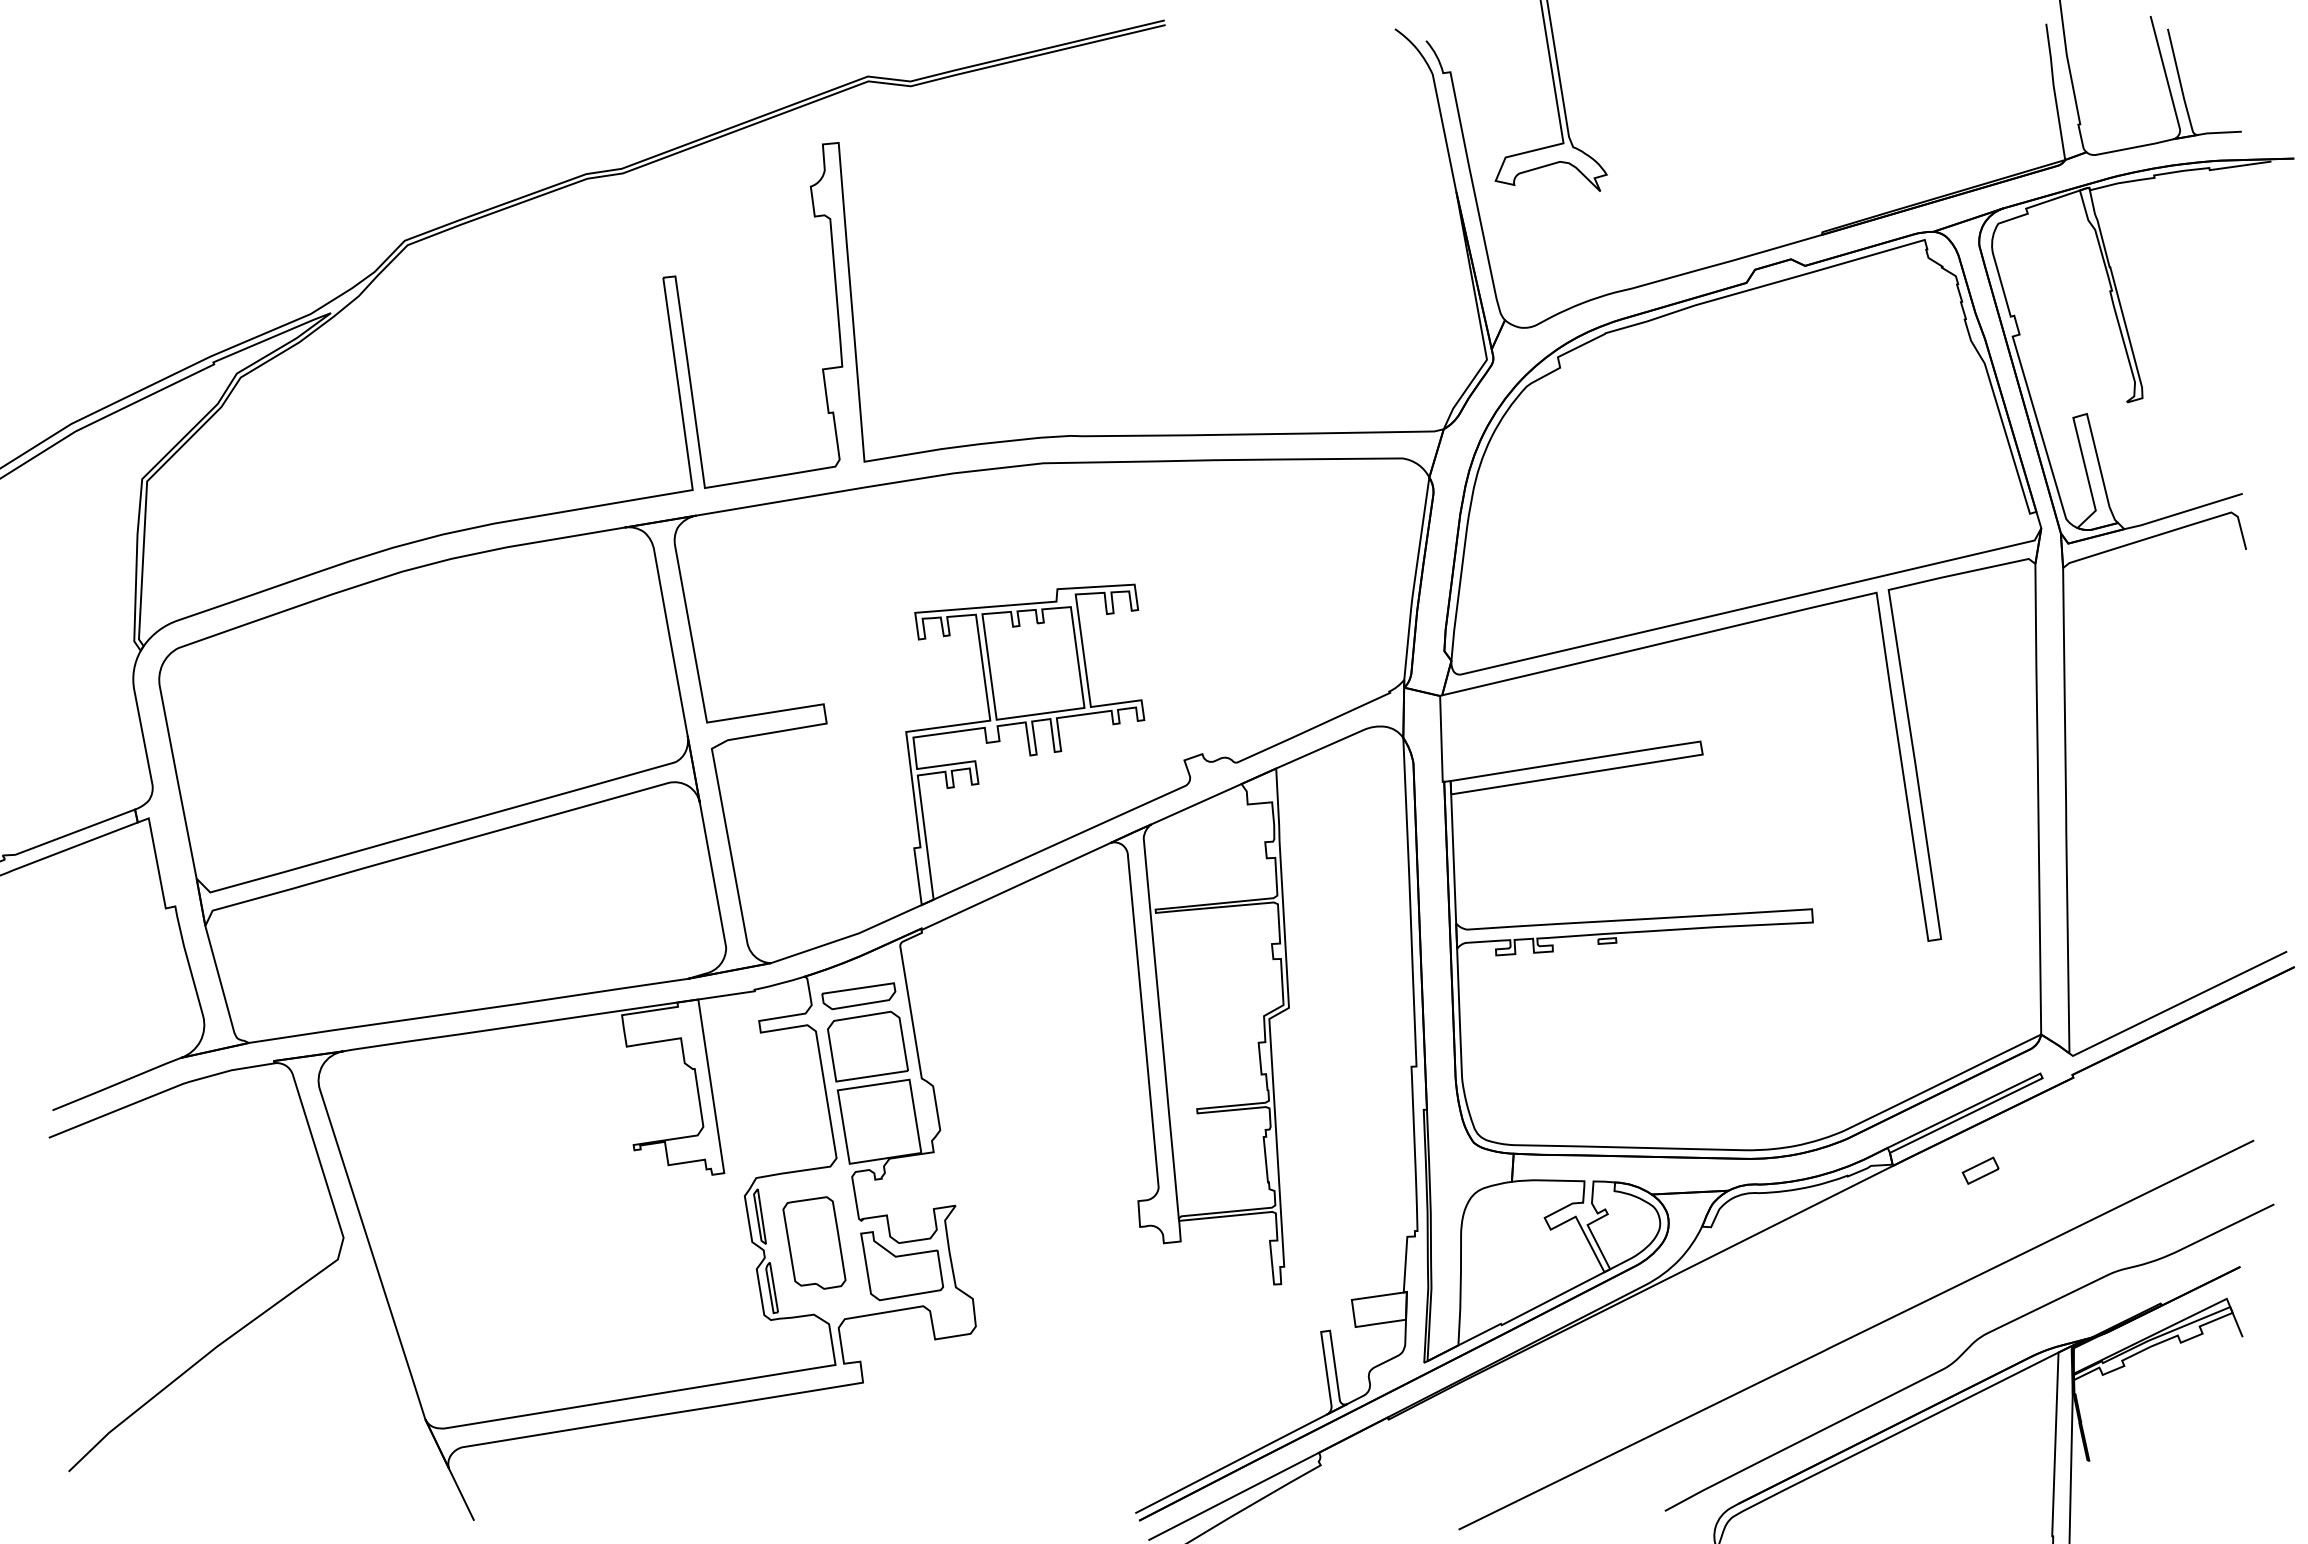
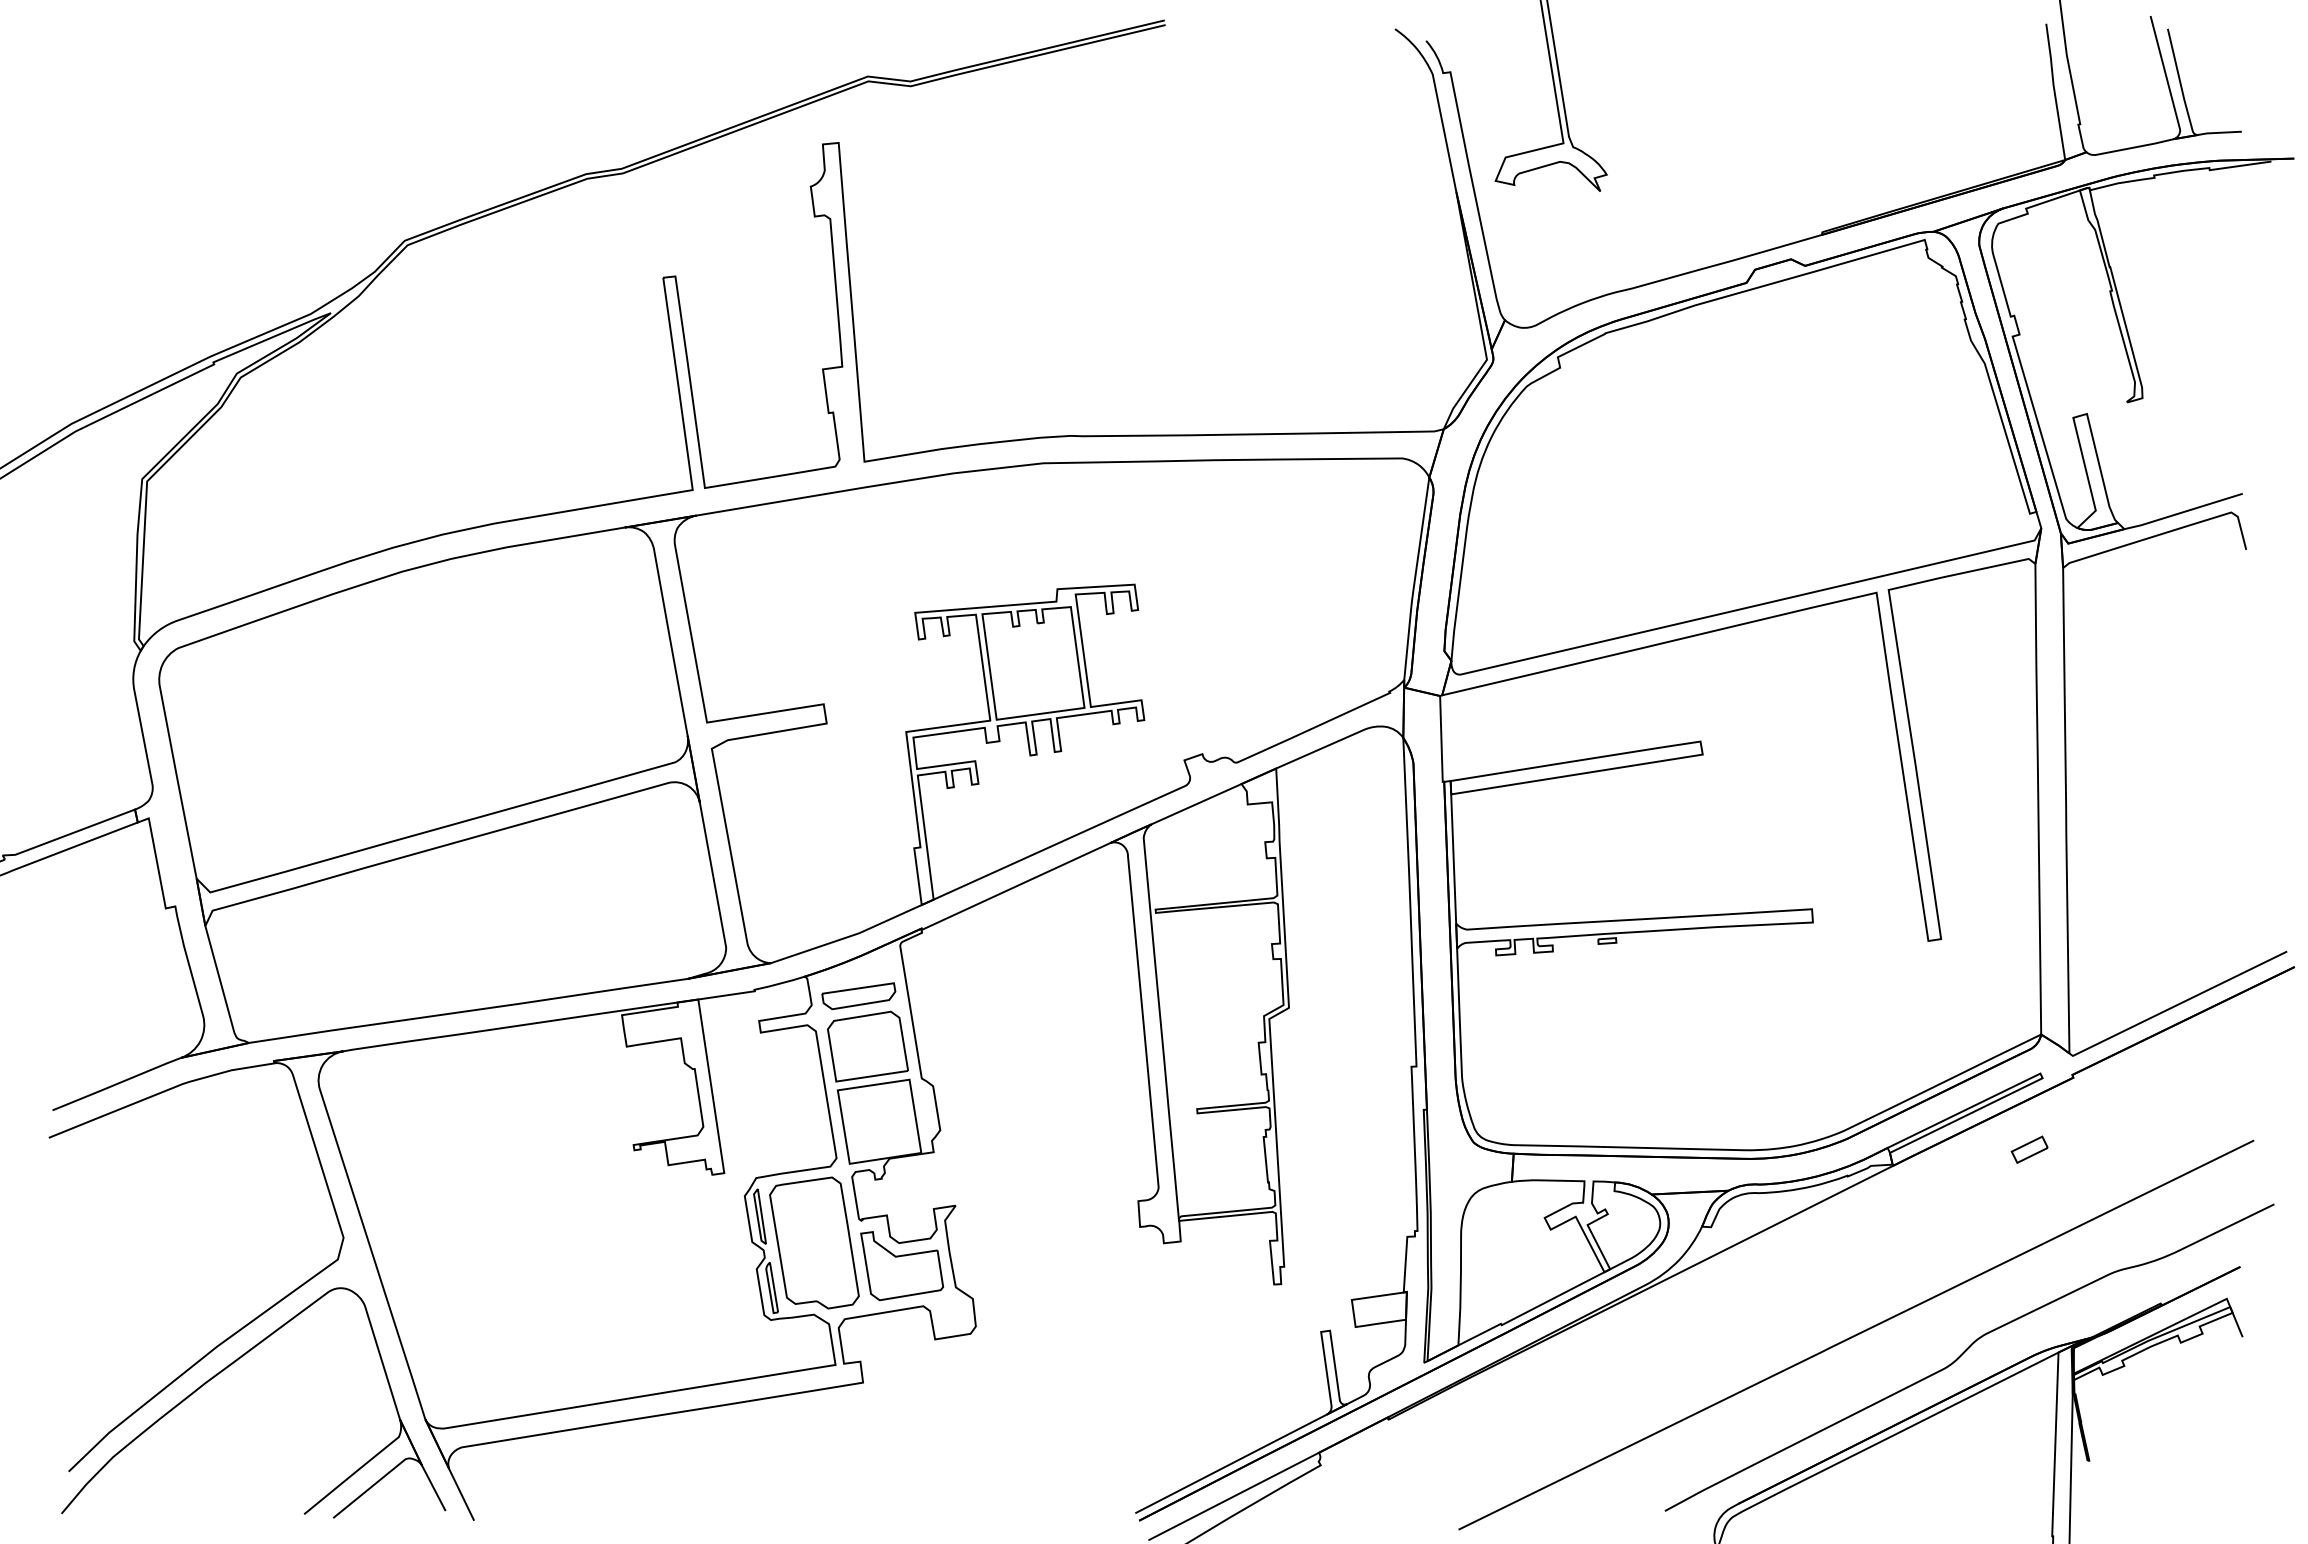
part at (1980, 1170) position: (1980, 1170) -> (2029, 1149)
part at (814, 1242) size: 65x94 px -> 91x134 px
part at (227, 1368): none -> present
